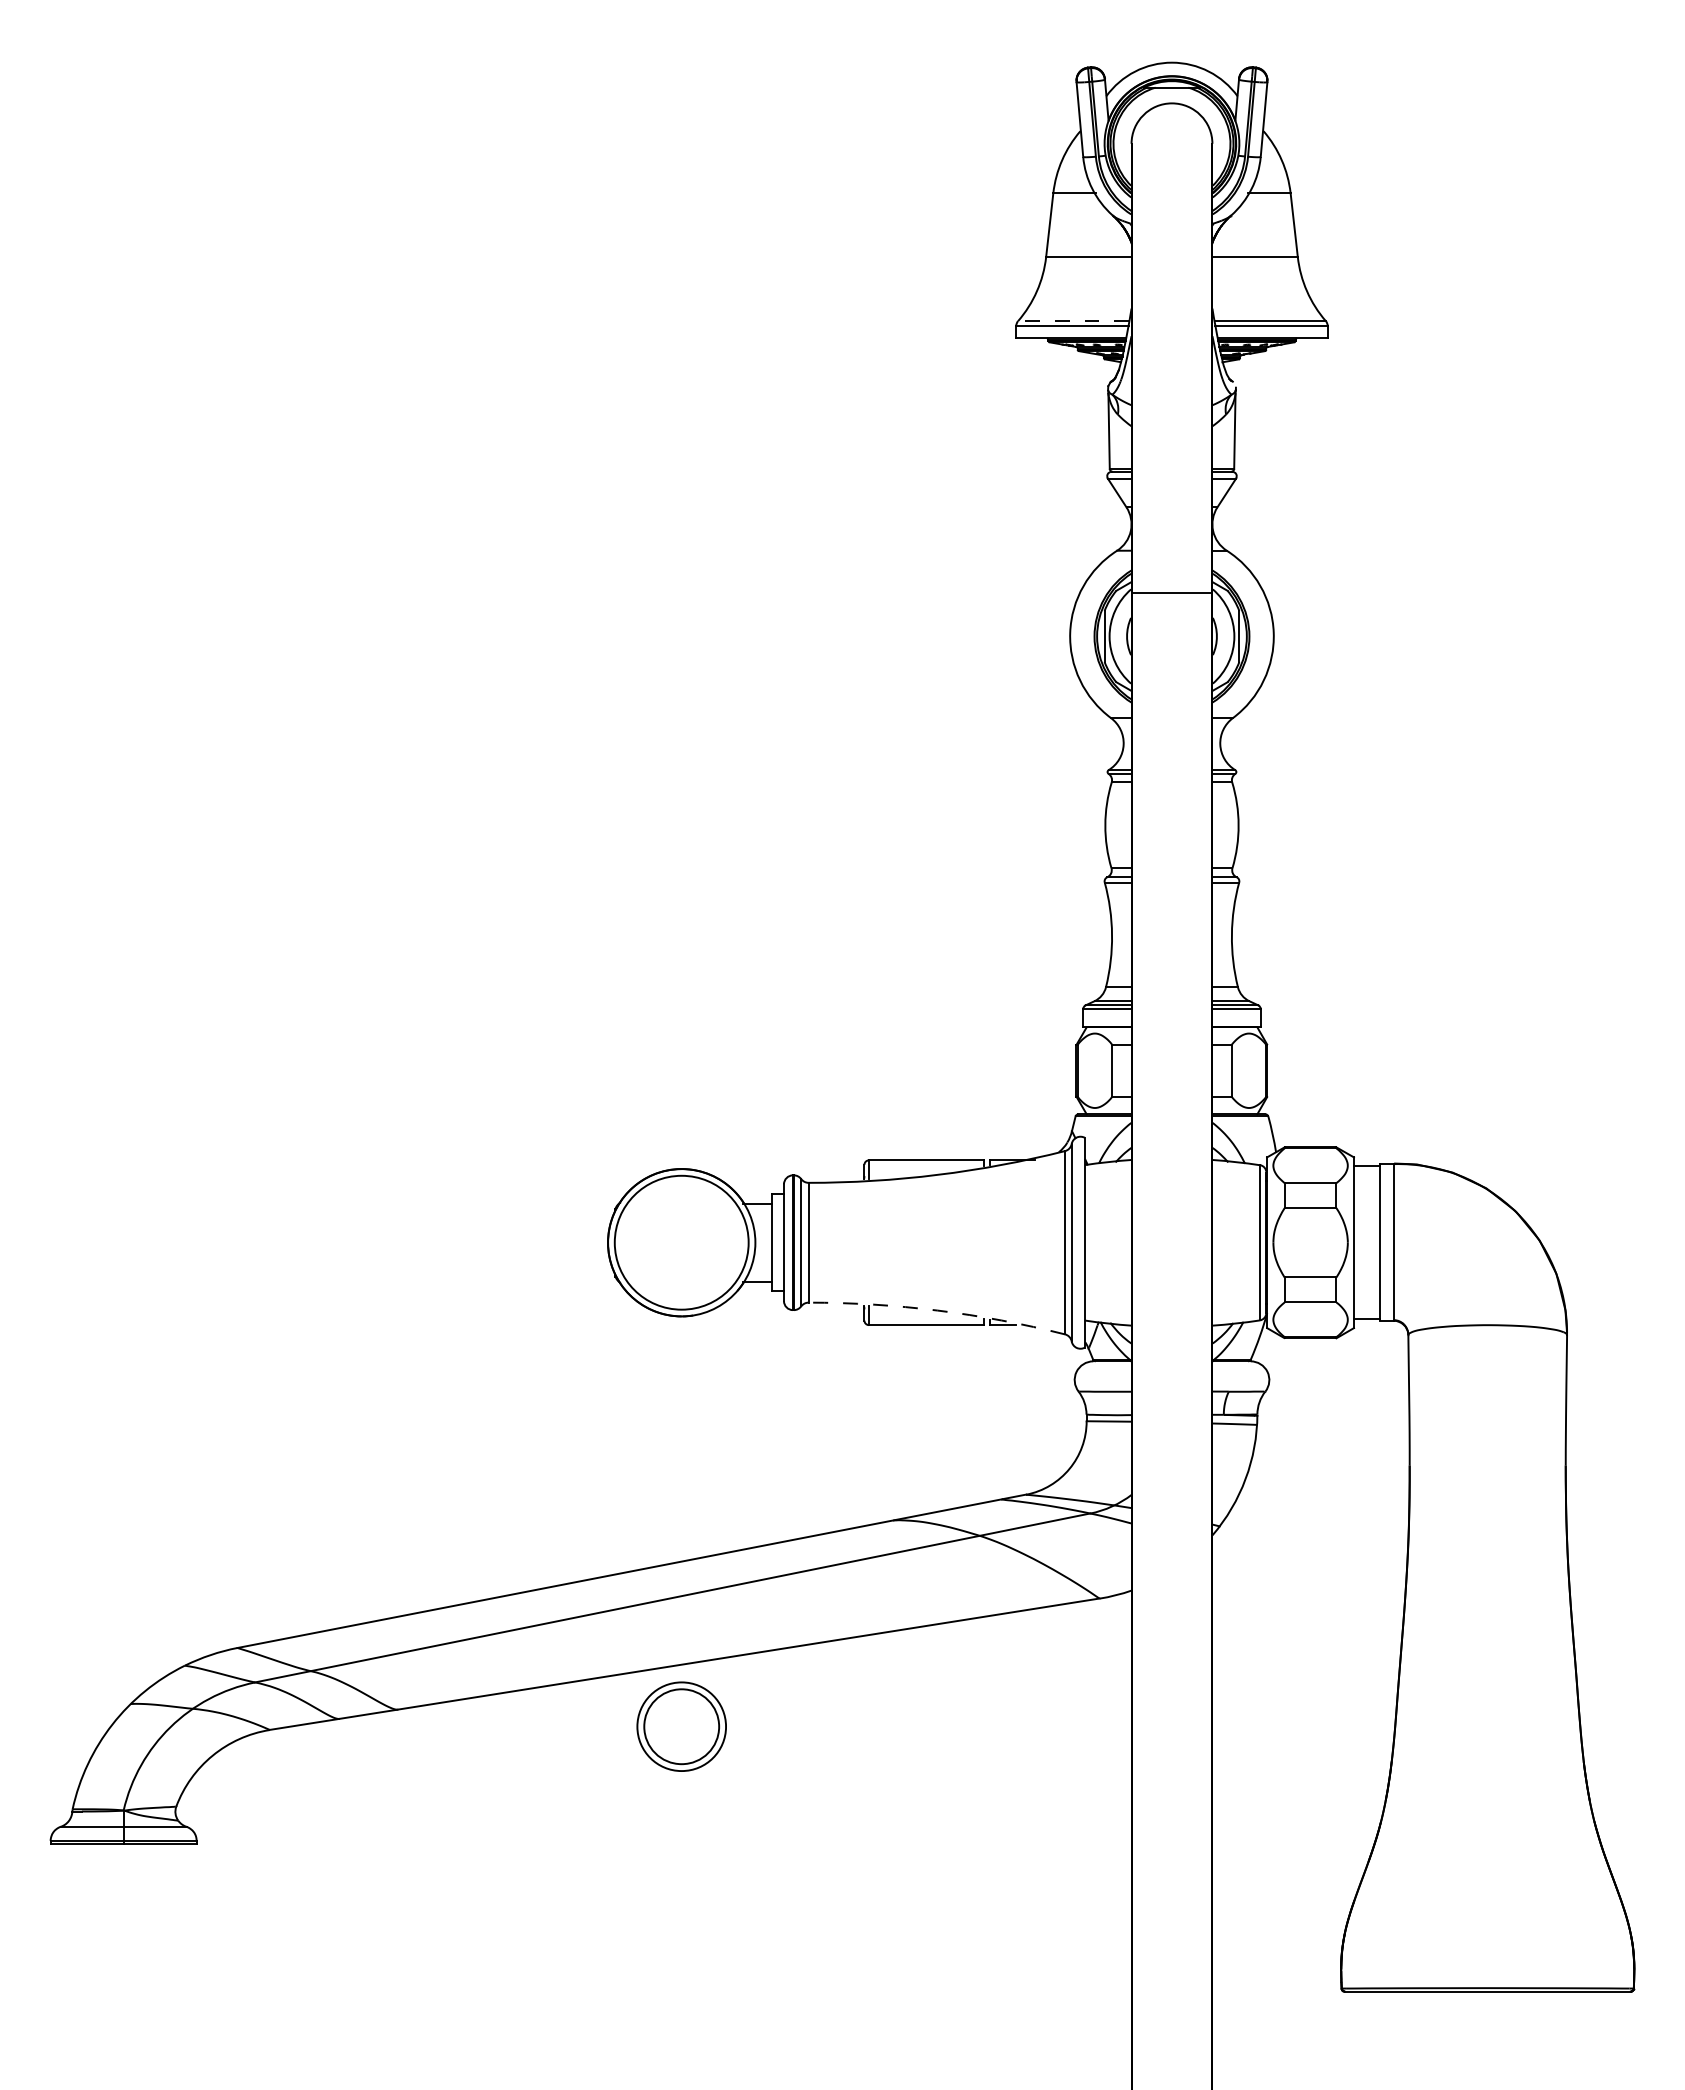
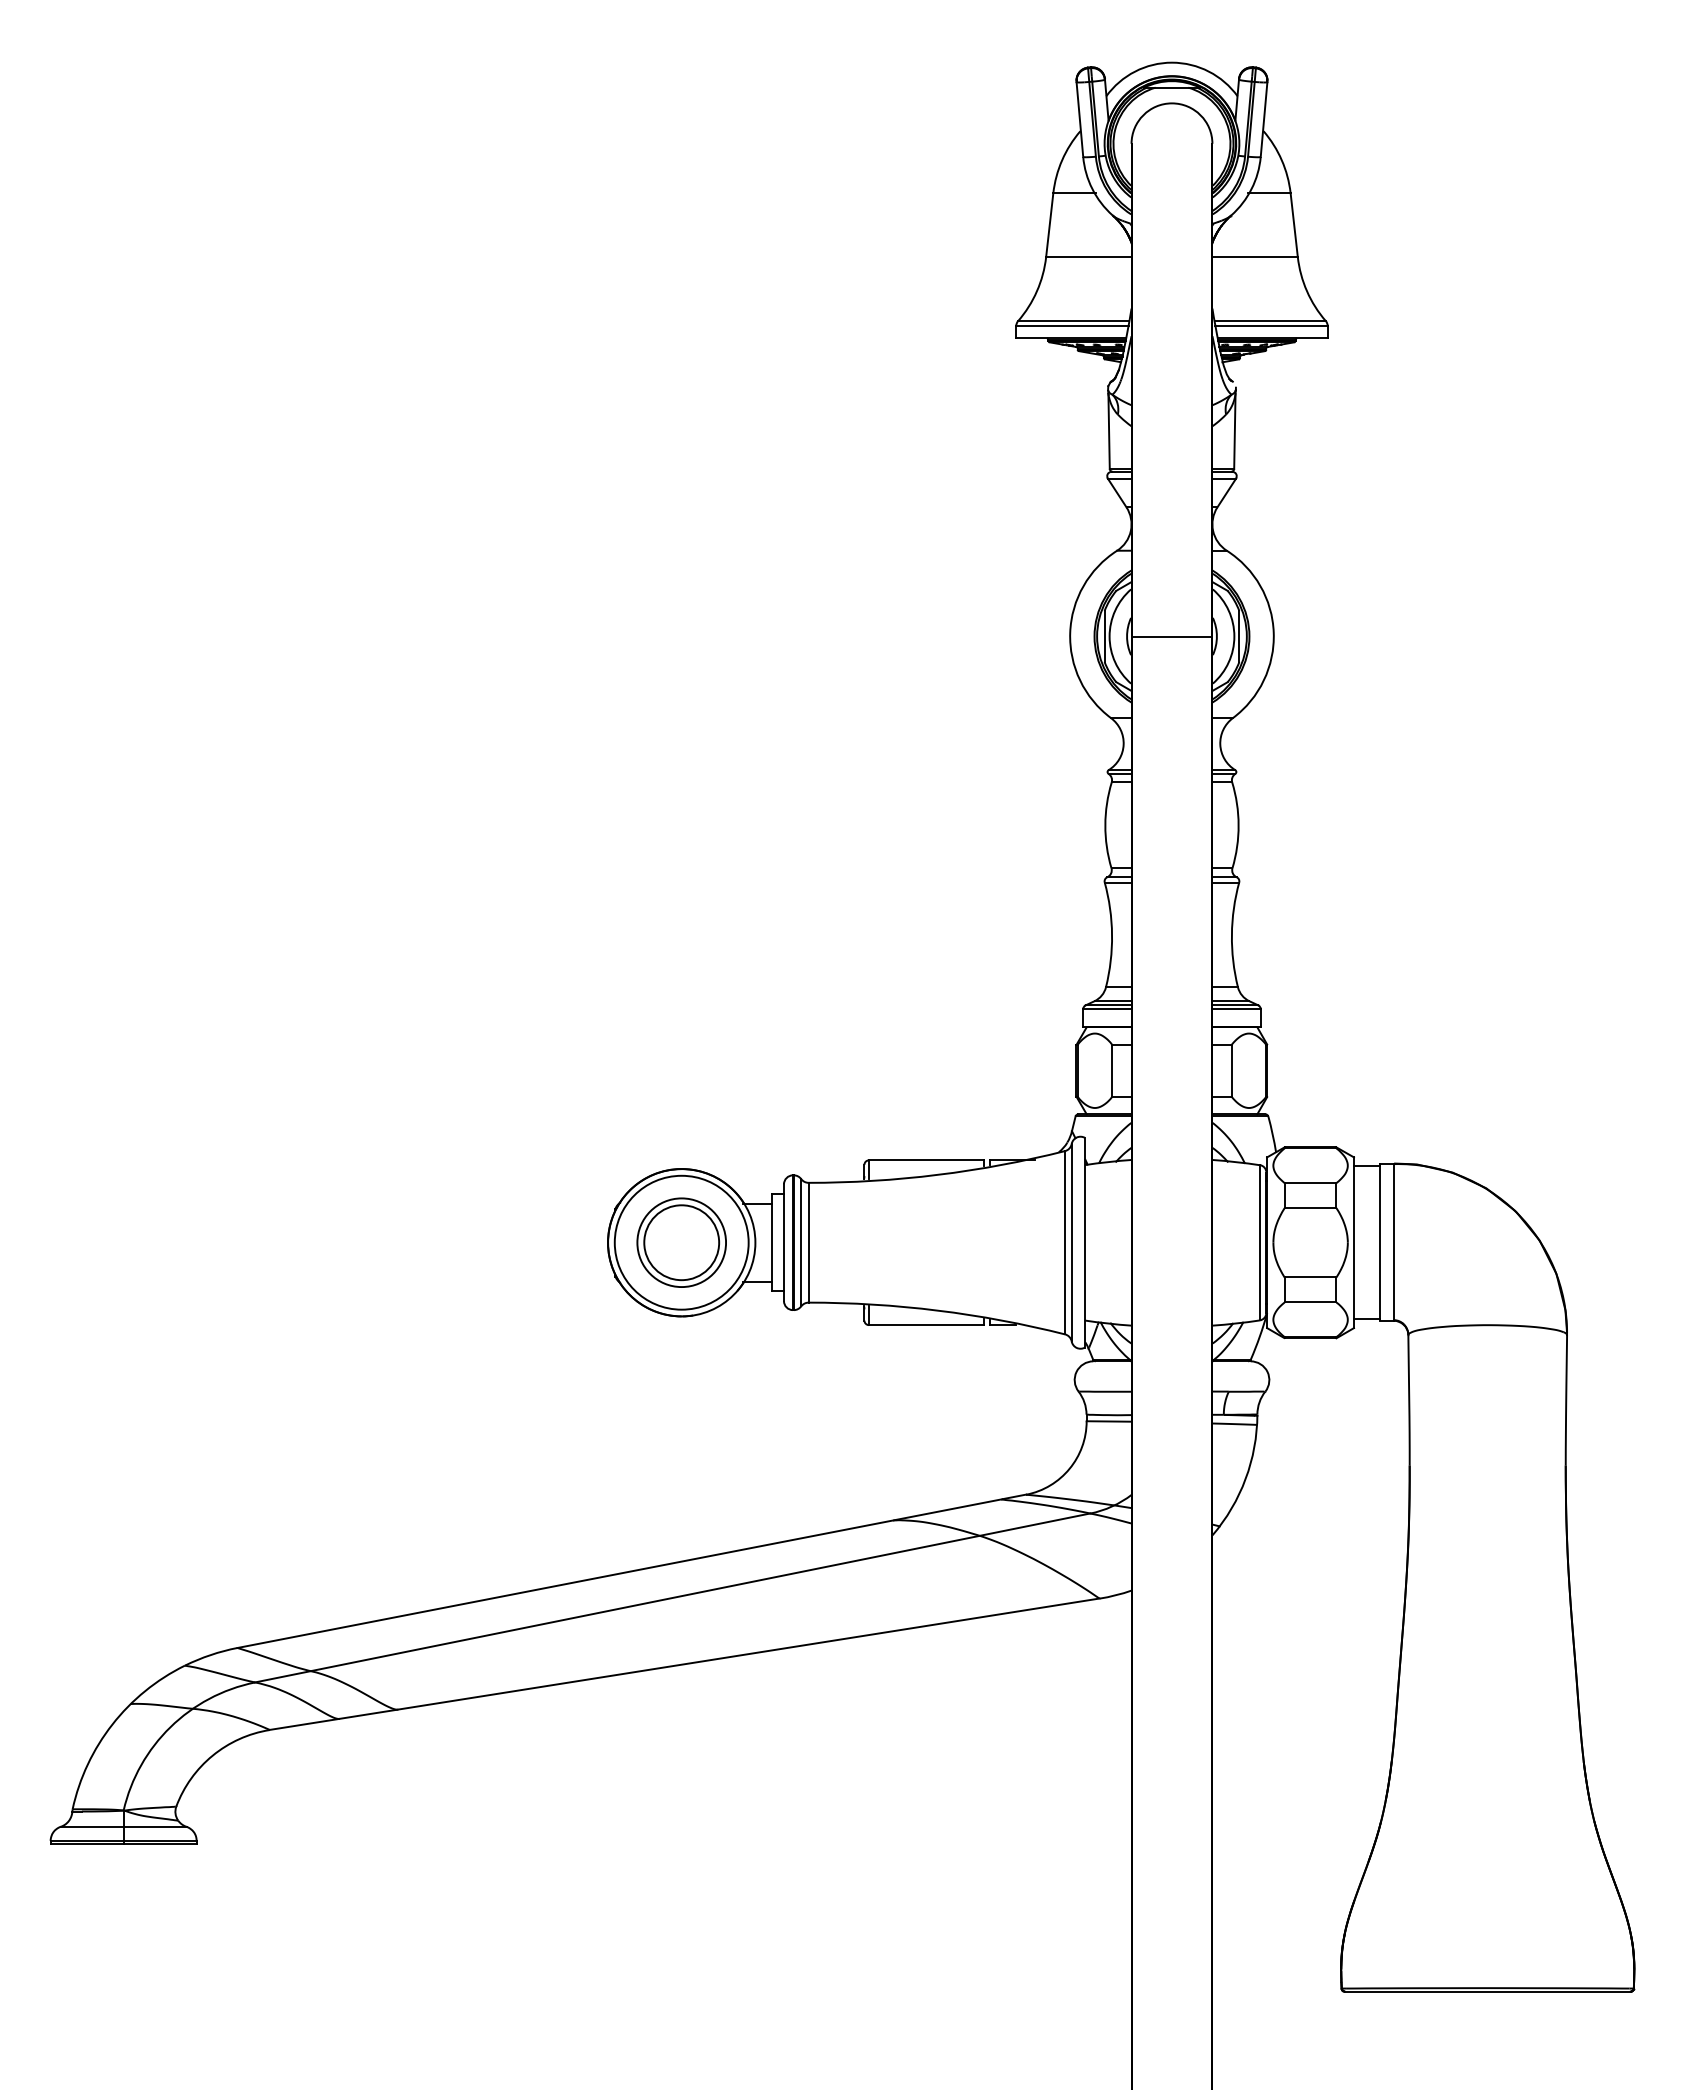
line at (1073, 321): dashed -> solid
line at (1171, 592) position: (1171, 592) -> (1171, 636)
arc at (937, 1310): dashed -> solid
part at (681, 1726) position: (681, 1726) -> (681, 1242)
